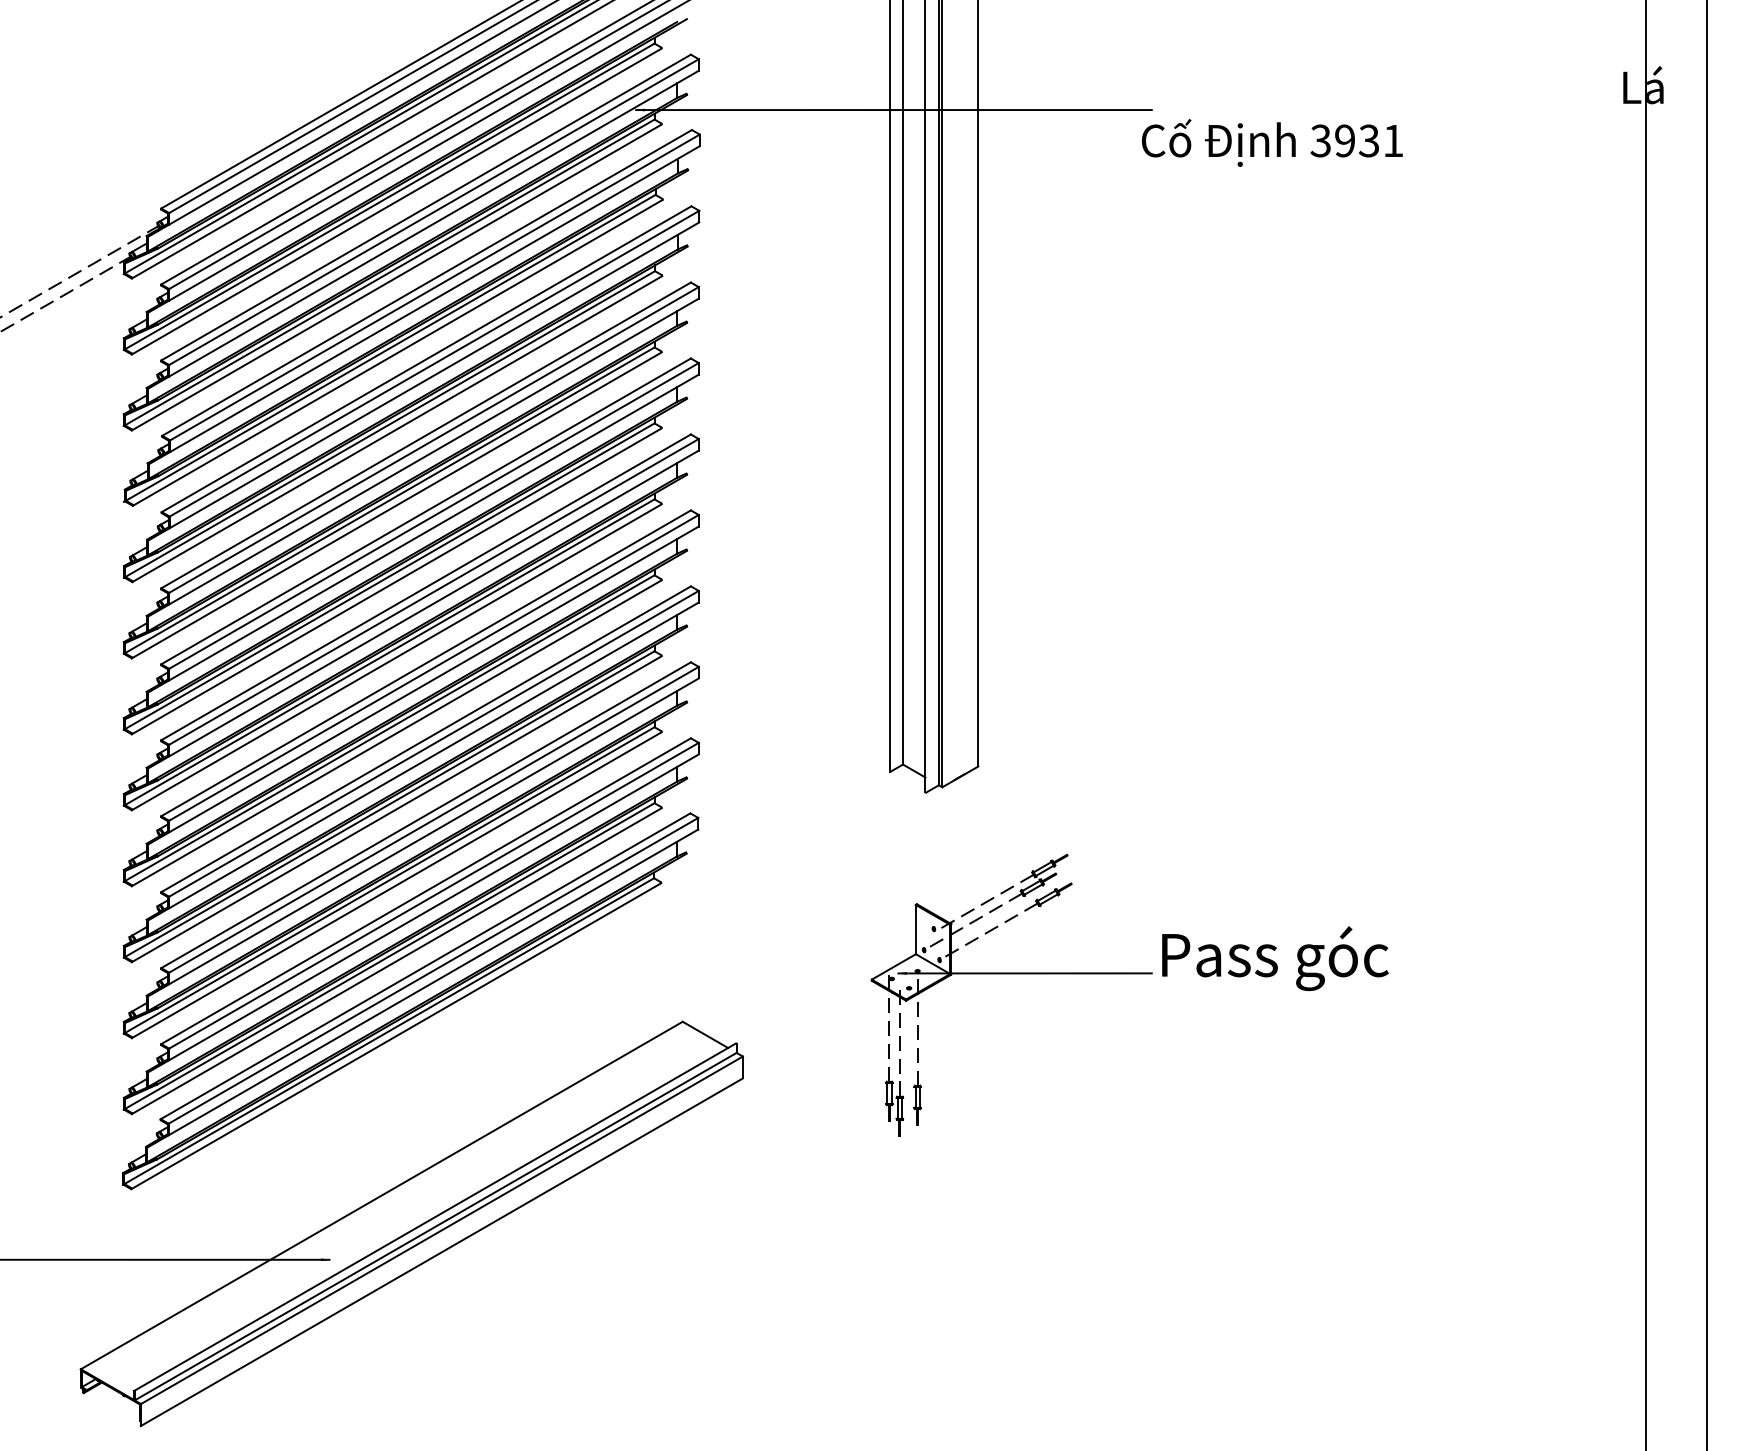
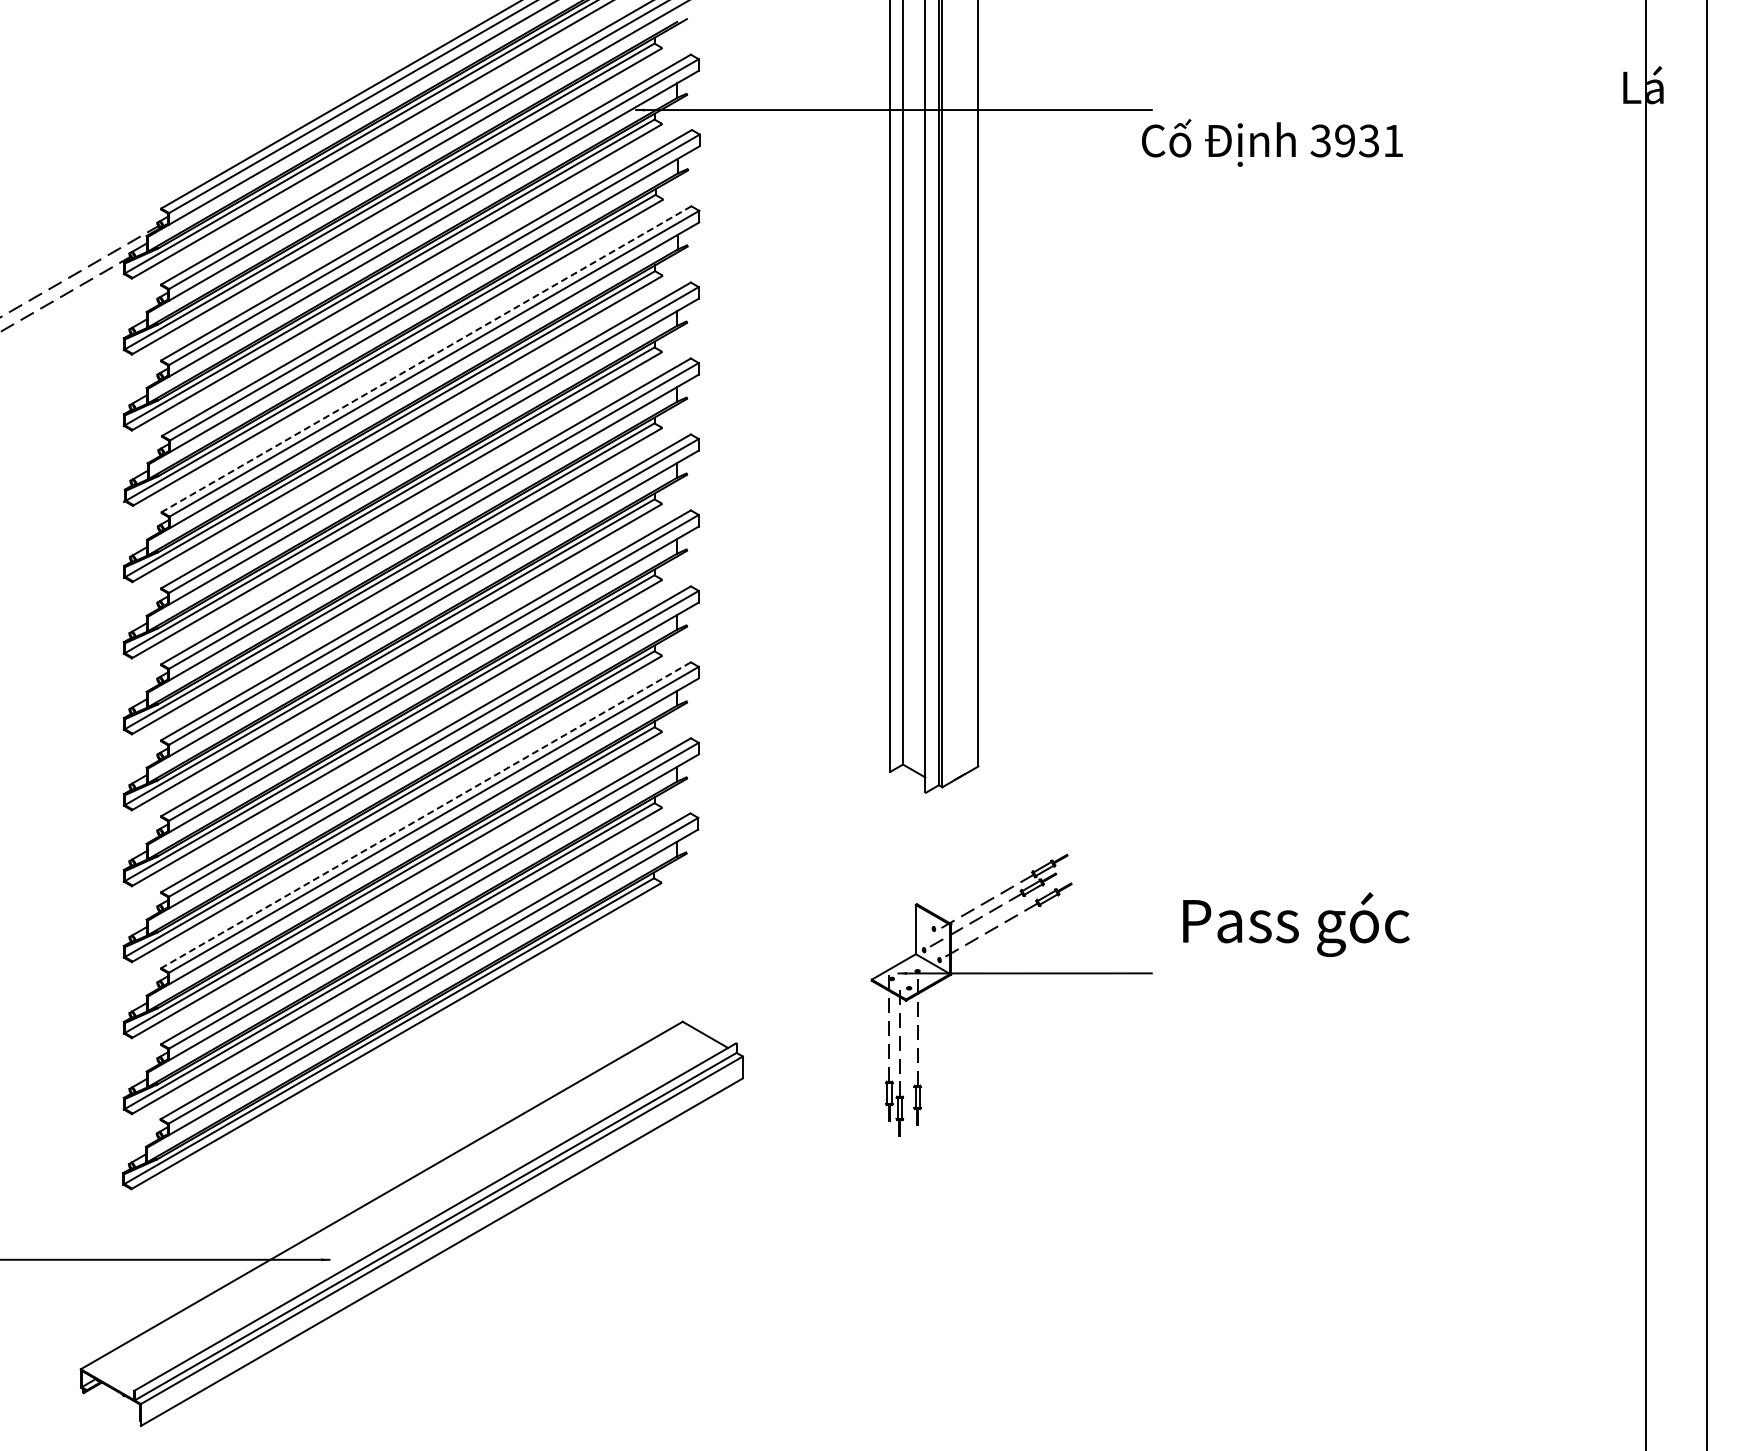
line at (426, 359): solid -> dashed
line at (425, 815): solid -> dashed
text at (1275, 958) position: (1275, 958) -> (1296, 924)
